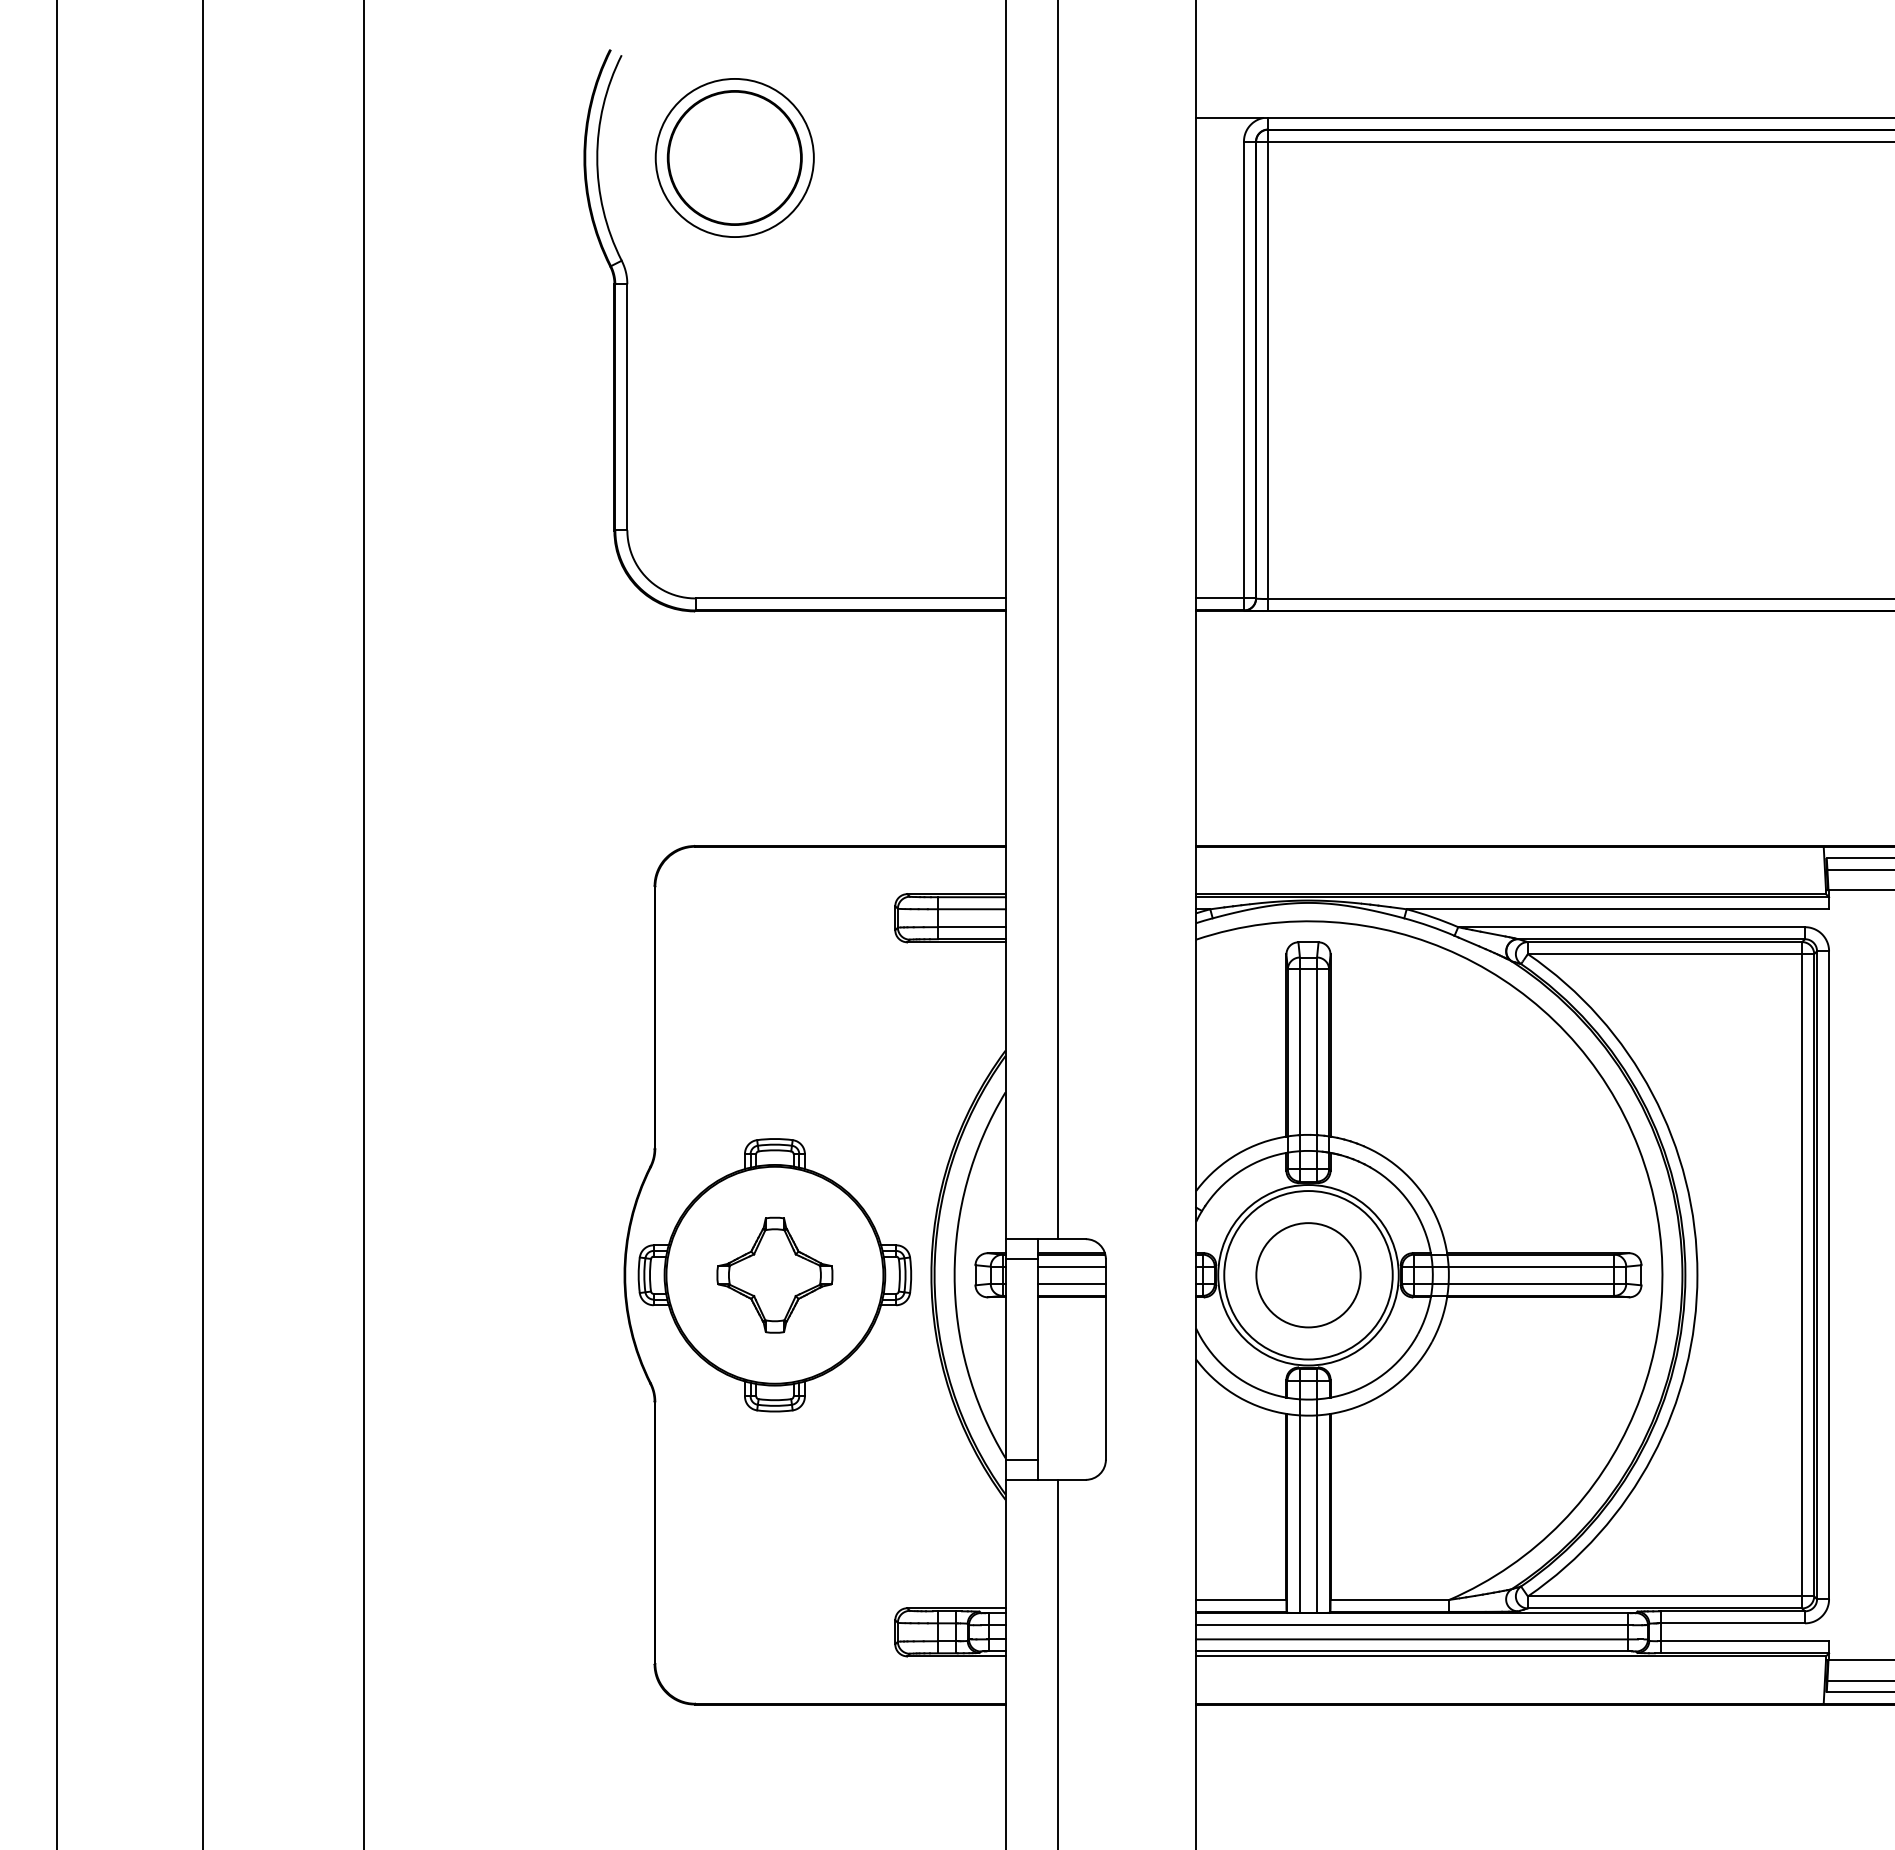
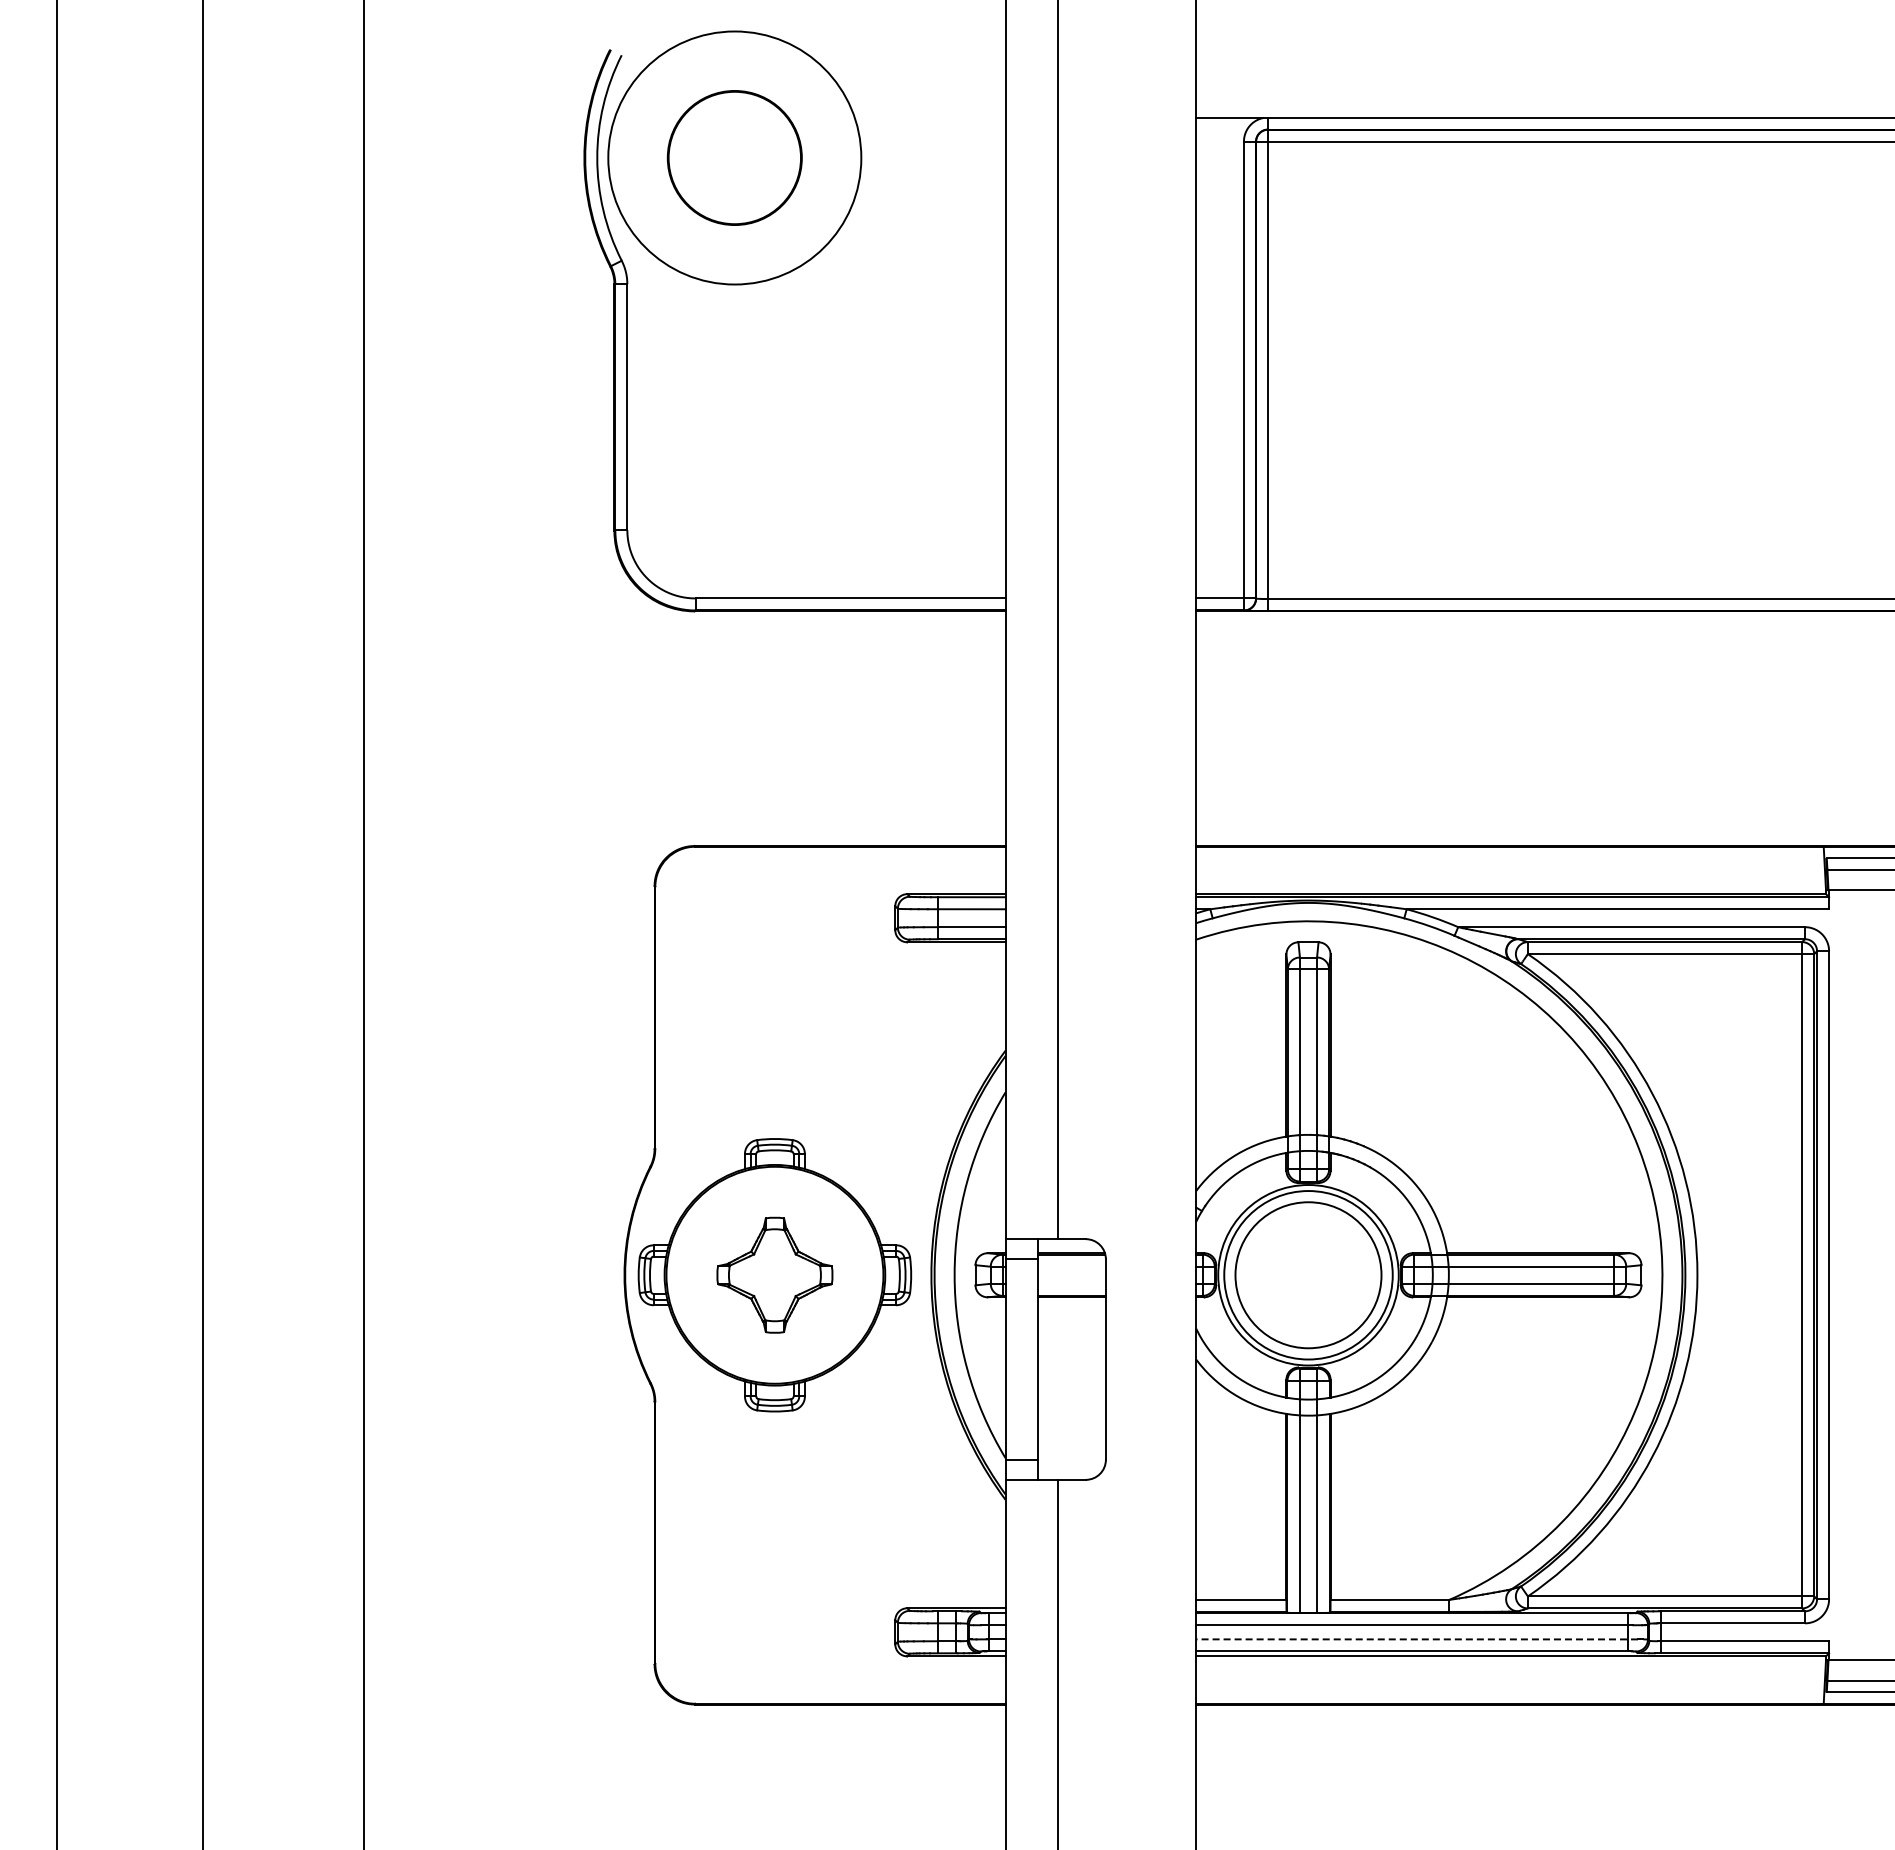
circle at (734, 157) diameter: 158 px -> 253 px
line at (1071, 1266): present -> none
circle at (1308, 1275) diameter: 104 px -> 146 px
line at (1071, 1283): present -> none
line at (1417, 1639): solid -> dashed
